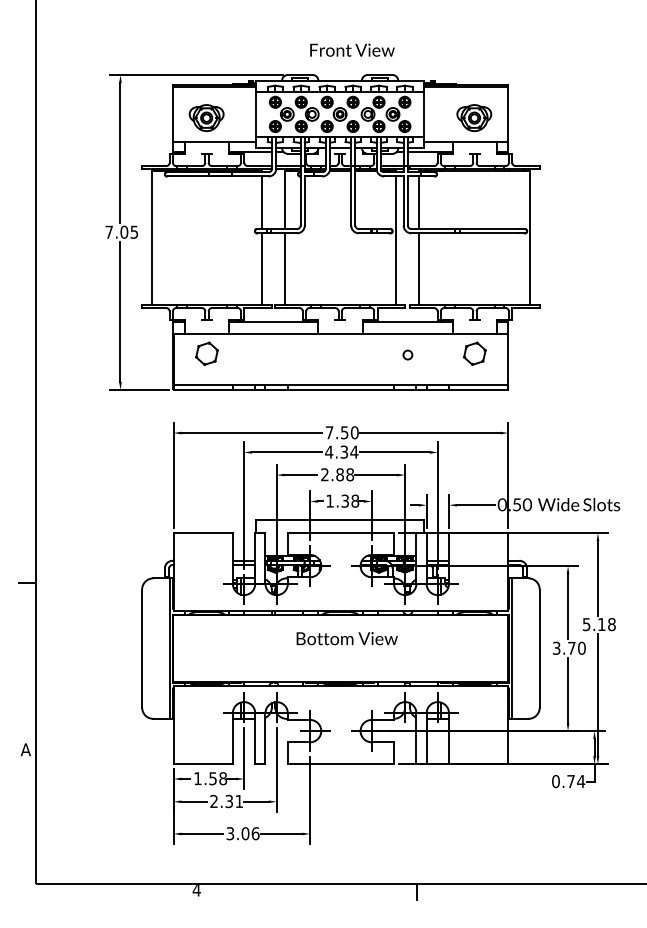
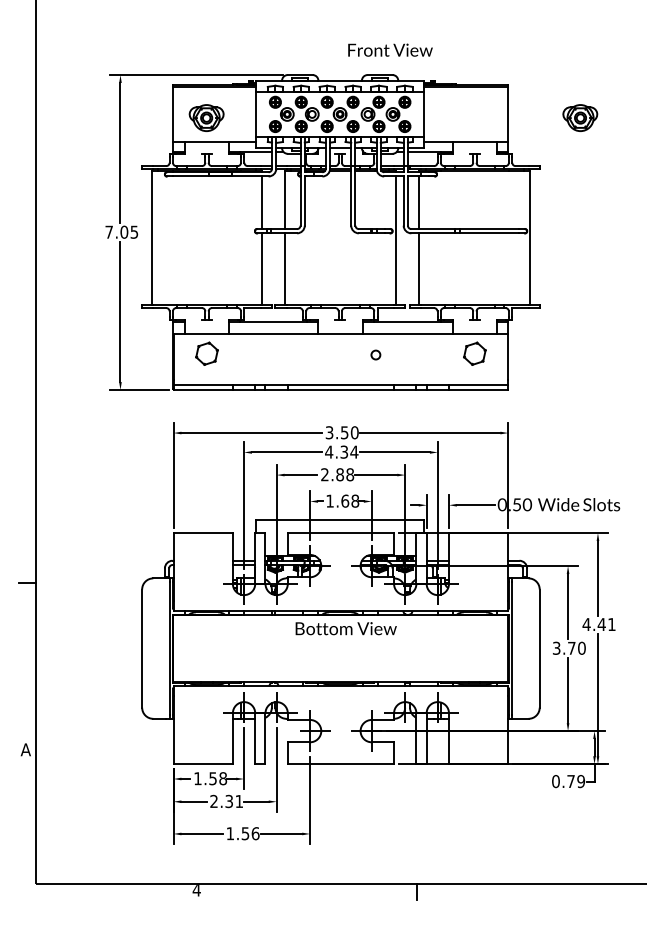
text at (352, 49) position: (352, 49) -> (390, 49)
part at (474, 117) position: (474, 117) -> (580, 117)
circle at (407, 354) position: (407, 354) -> (375, 354)
text at (329, 432): 7.50 -> 3.50
text at (345, 500): 1.38 -> 1.68
text at (598, 624): 5.18 -> 4.41
text at (346, 638) position: (346, 638) -> (345, 628)
text at (581, 781): 0.74 -> 0.79
text at (237, 833): 3.06 -> 1.56
